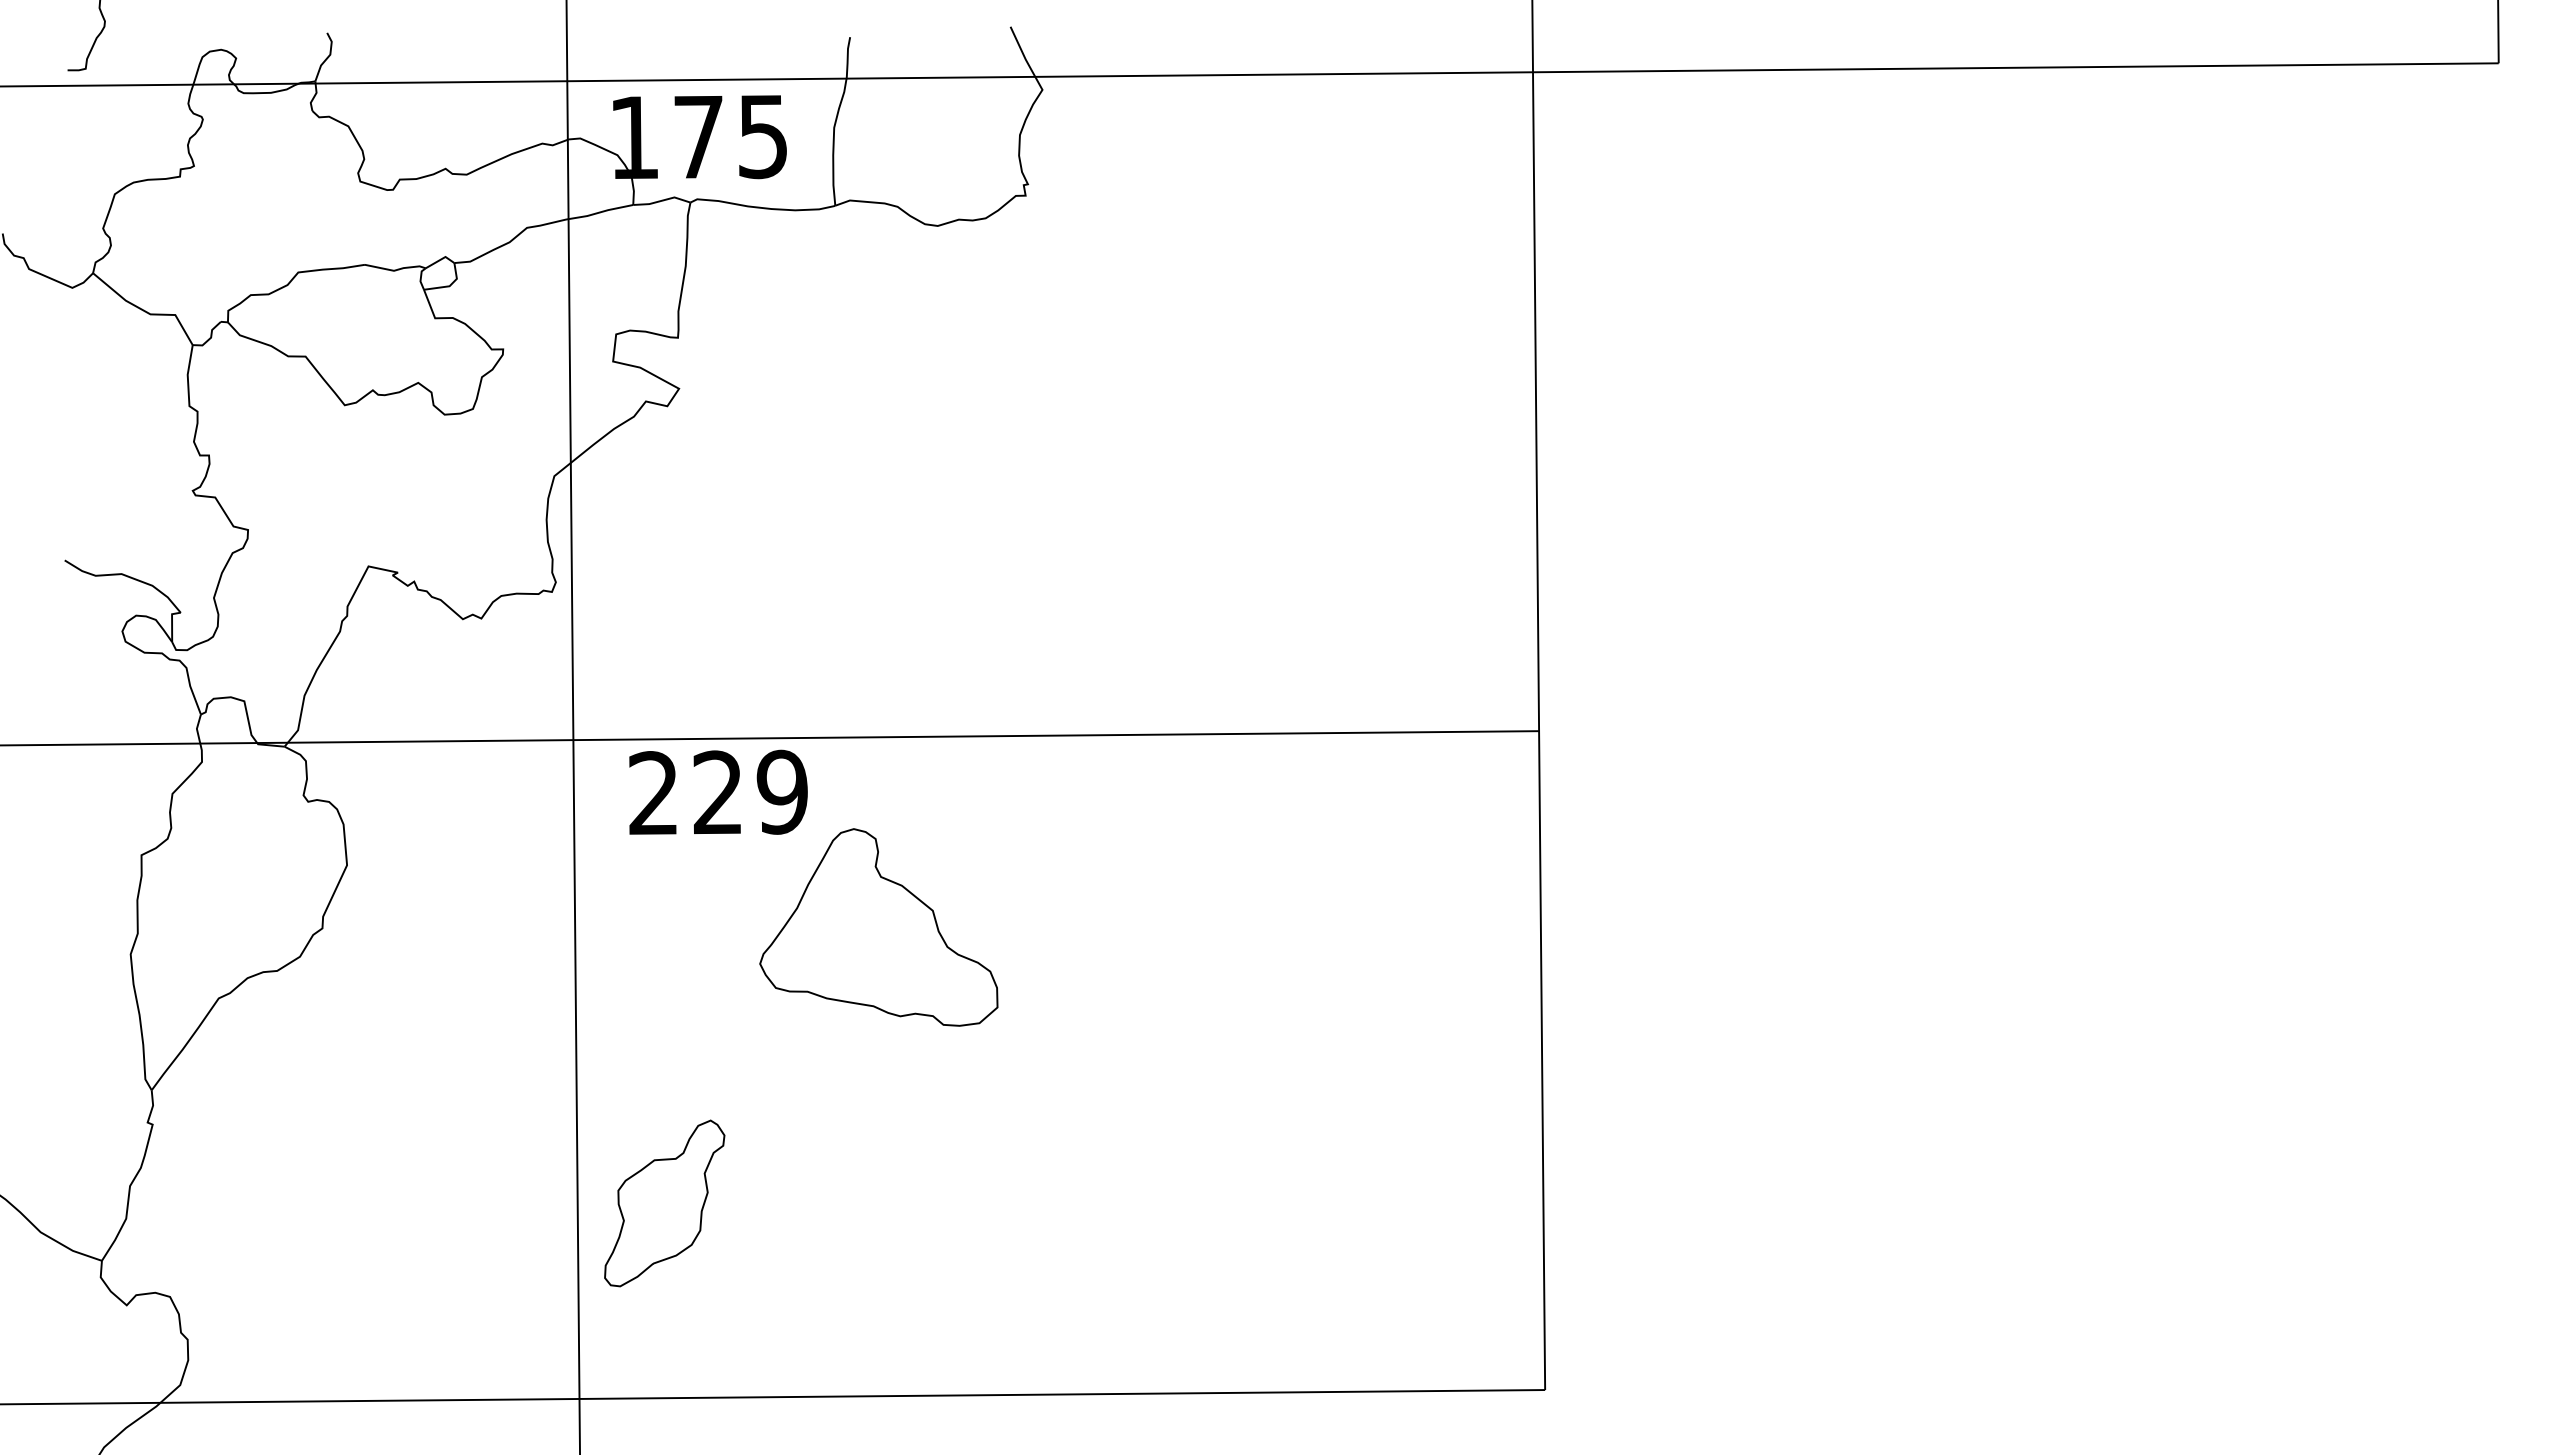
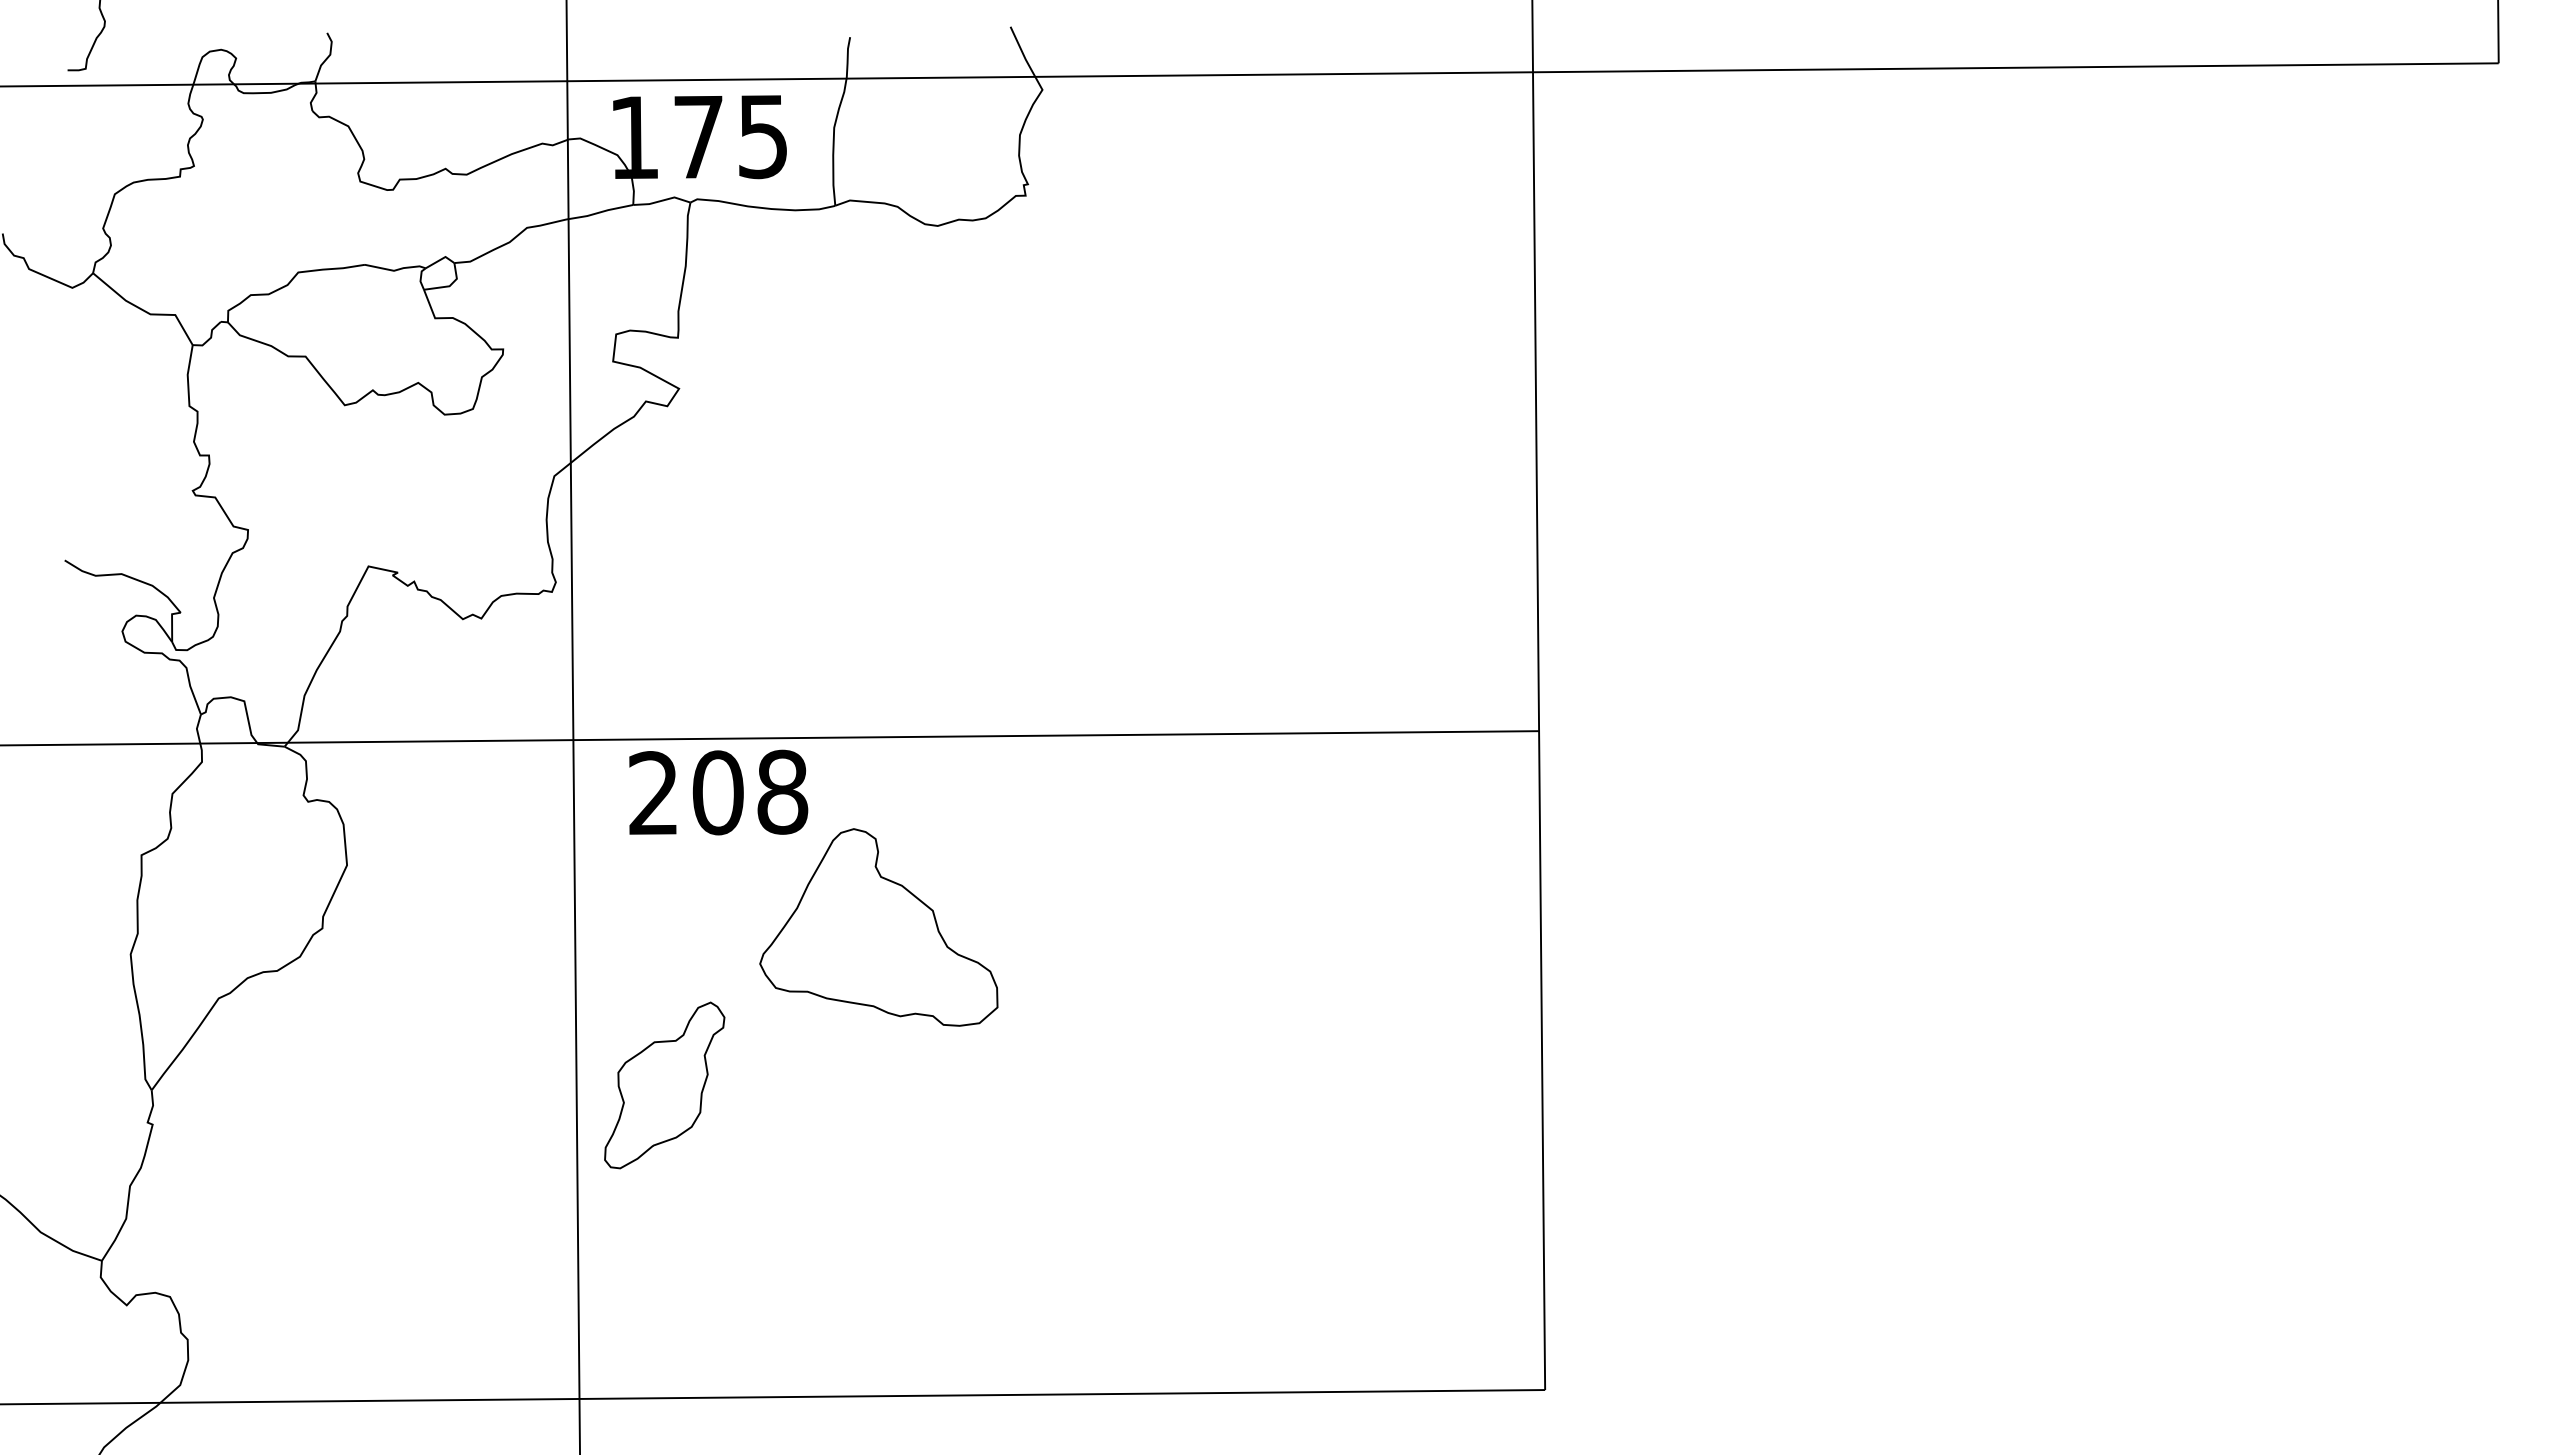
text at (750, 792): 229 -> 208
part at (664, 1203) position: (664, 1203) -> (664, 1085)
